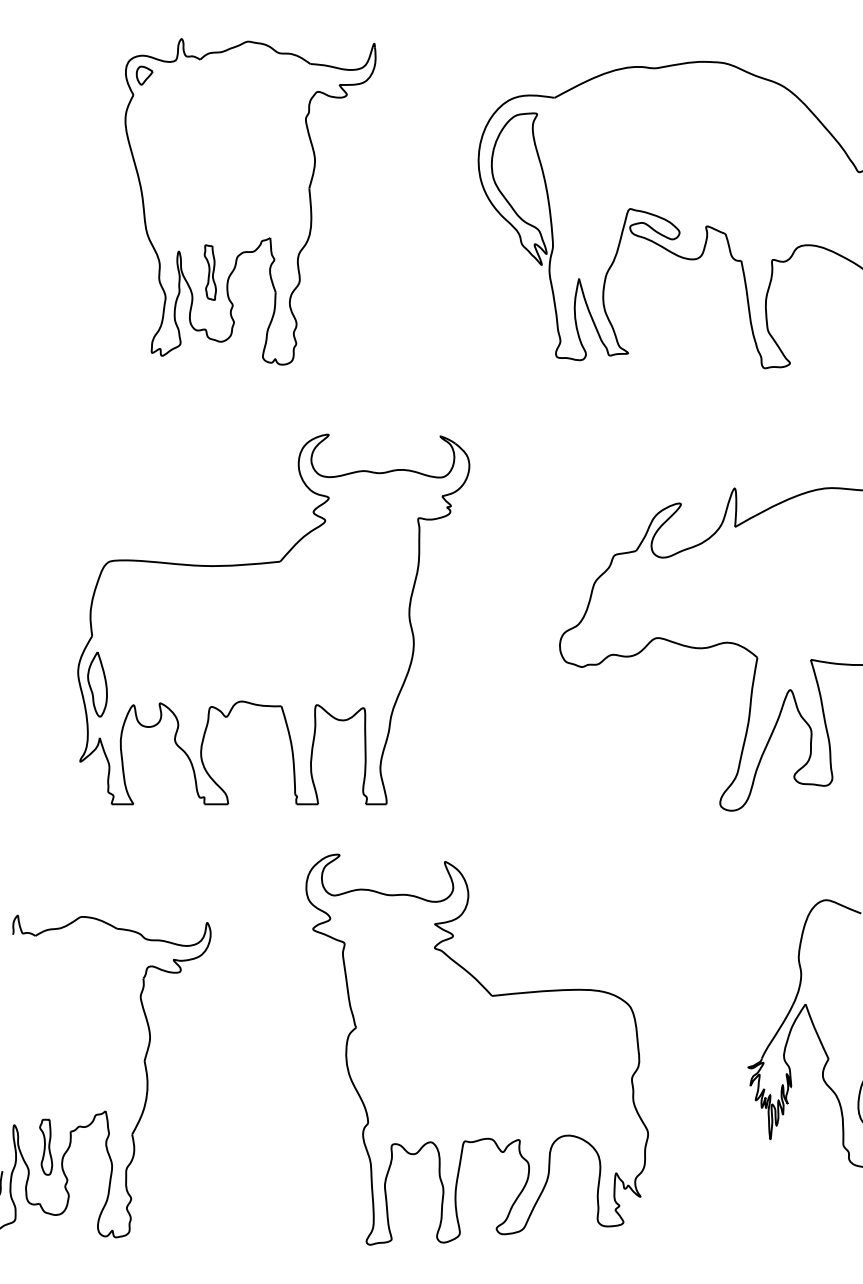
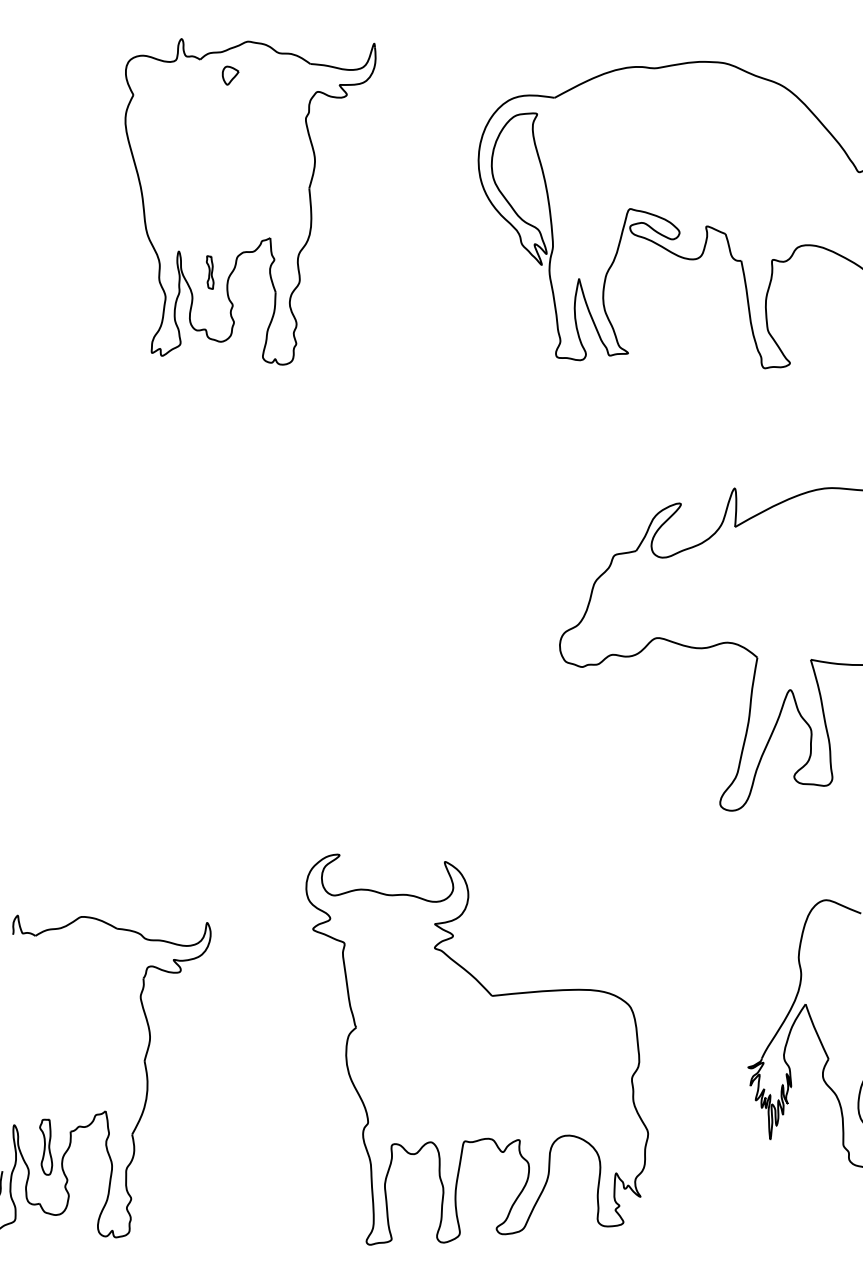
part at (144, 75) position: (144, 75) -> (230, 75)
part at (209, 272) size: 14x57 px -> 9x35 px
part at (273, 619): present -> none
